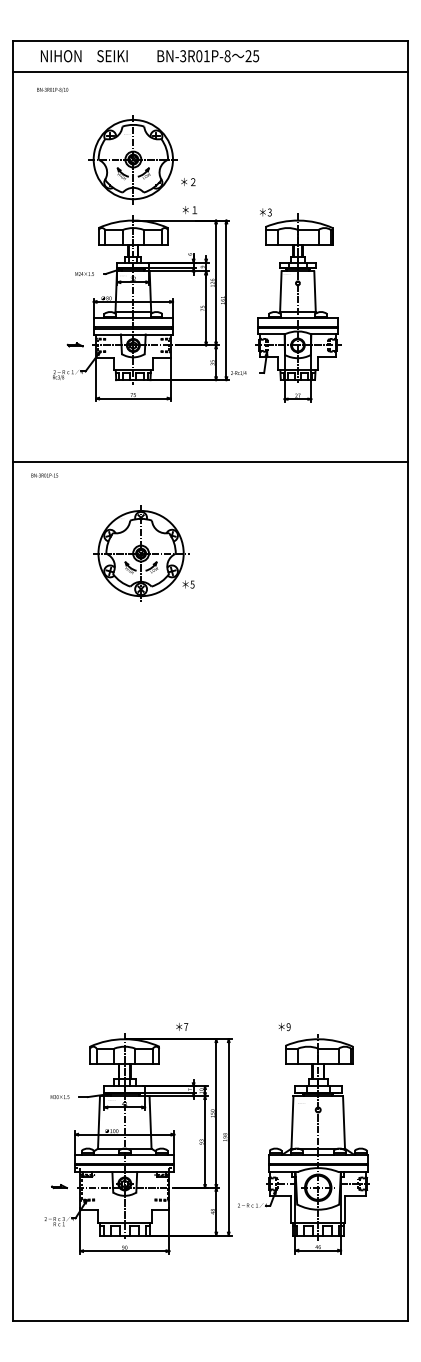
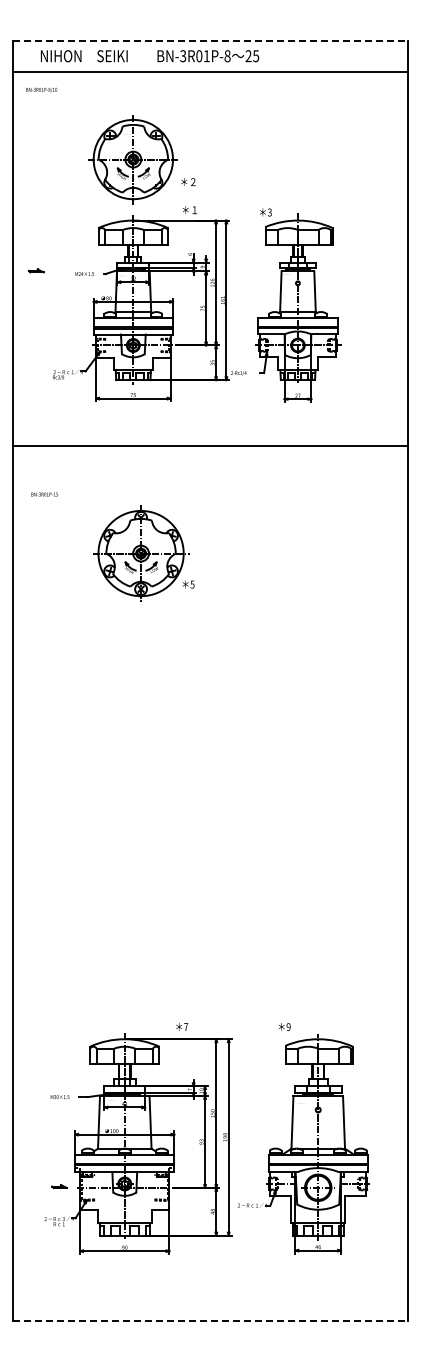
line at (210, 40): solid -> dashed
text at (52, 89) position: (52, 89) -> (41, 89)
part at (74, 344) position: (74, 344) -> (35, 270)
line at (210, 461) position: (210, 461) -> (210, 445)
text at (44, 475) position: (44, 475) -> (44, 494)
line at (210, 1321): solid -> dashed
